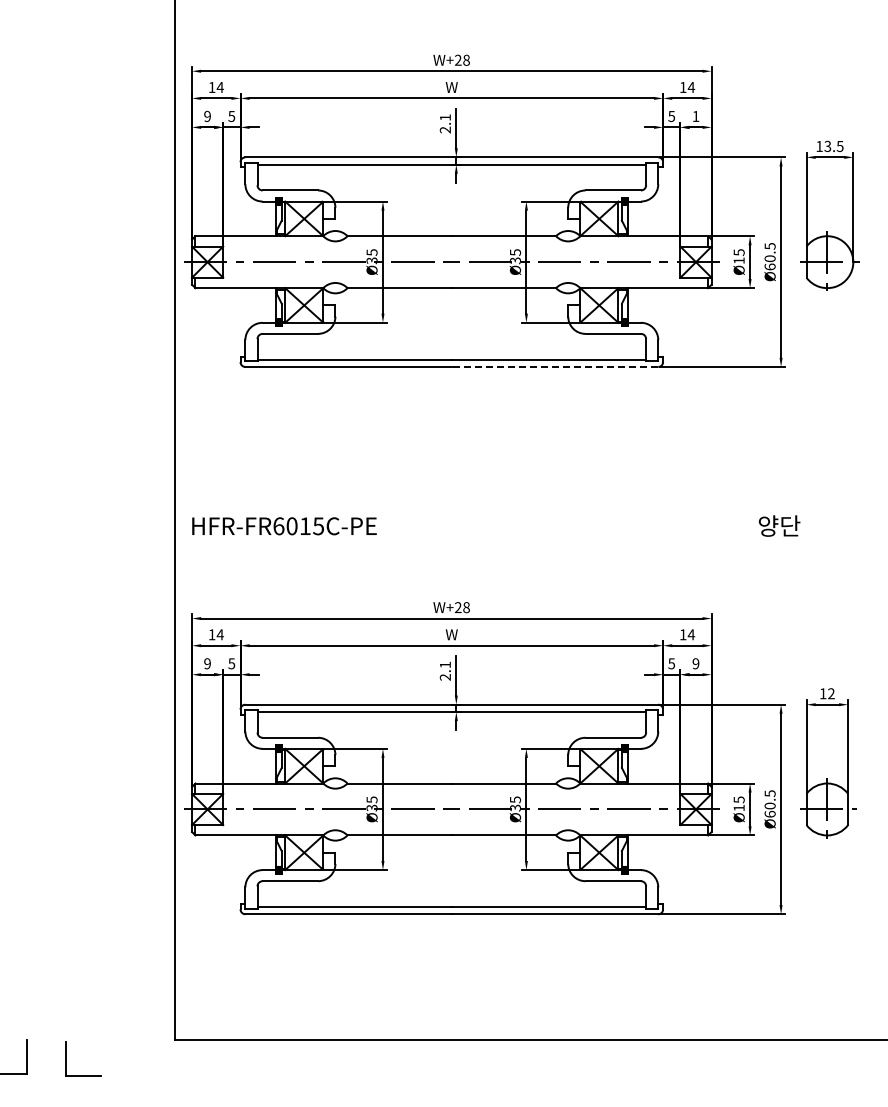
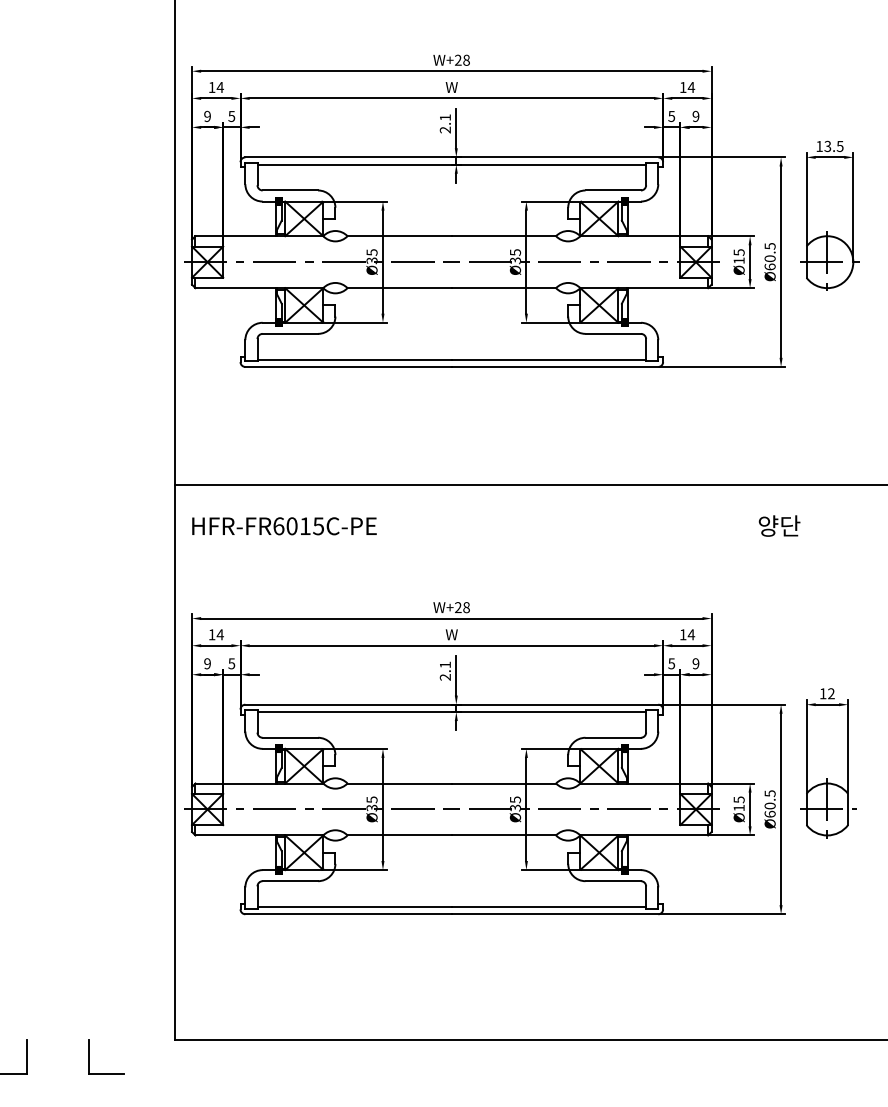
text at (695, 116): 1 -> 9
line at (554, 366): dashed -> solid
line at (529, 485): none -> present
part at (66, 1058) position: (66, 1058) -> (89, 1056)
